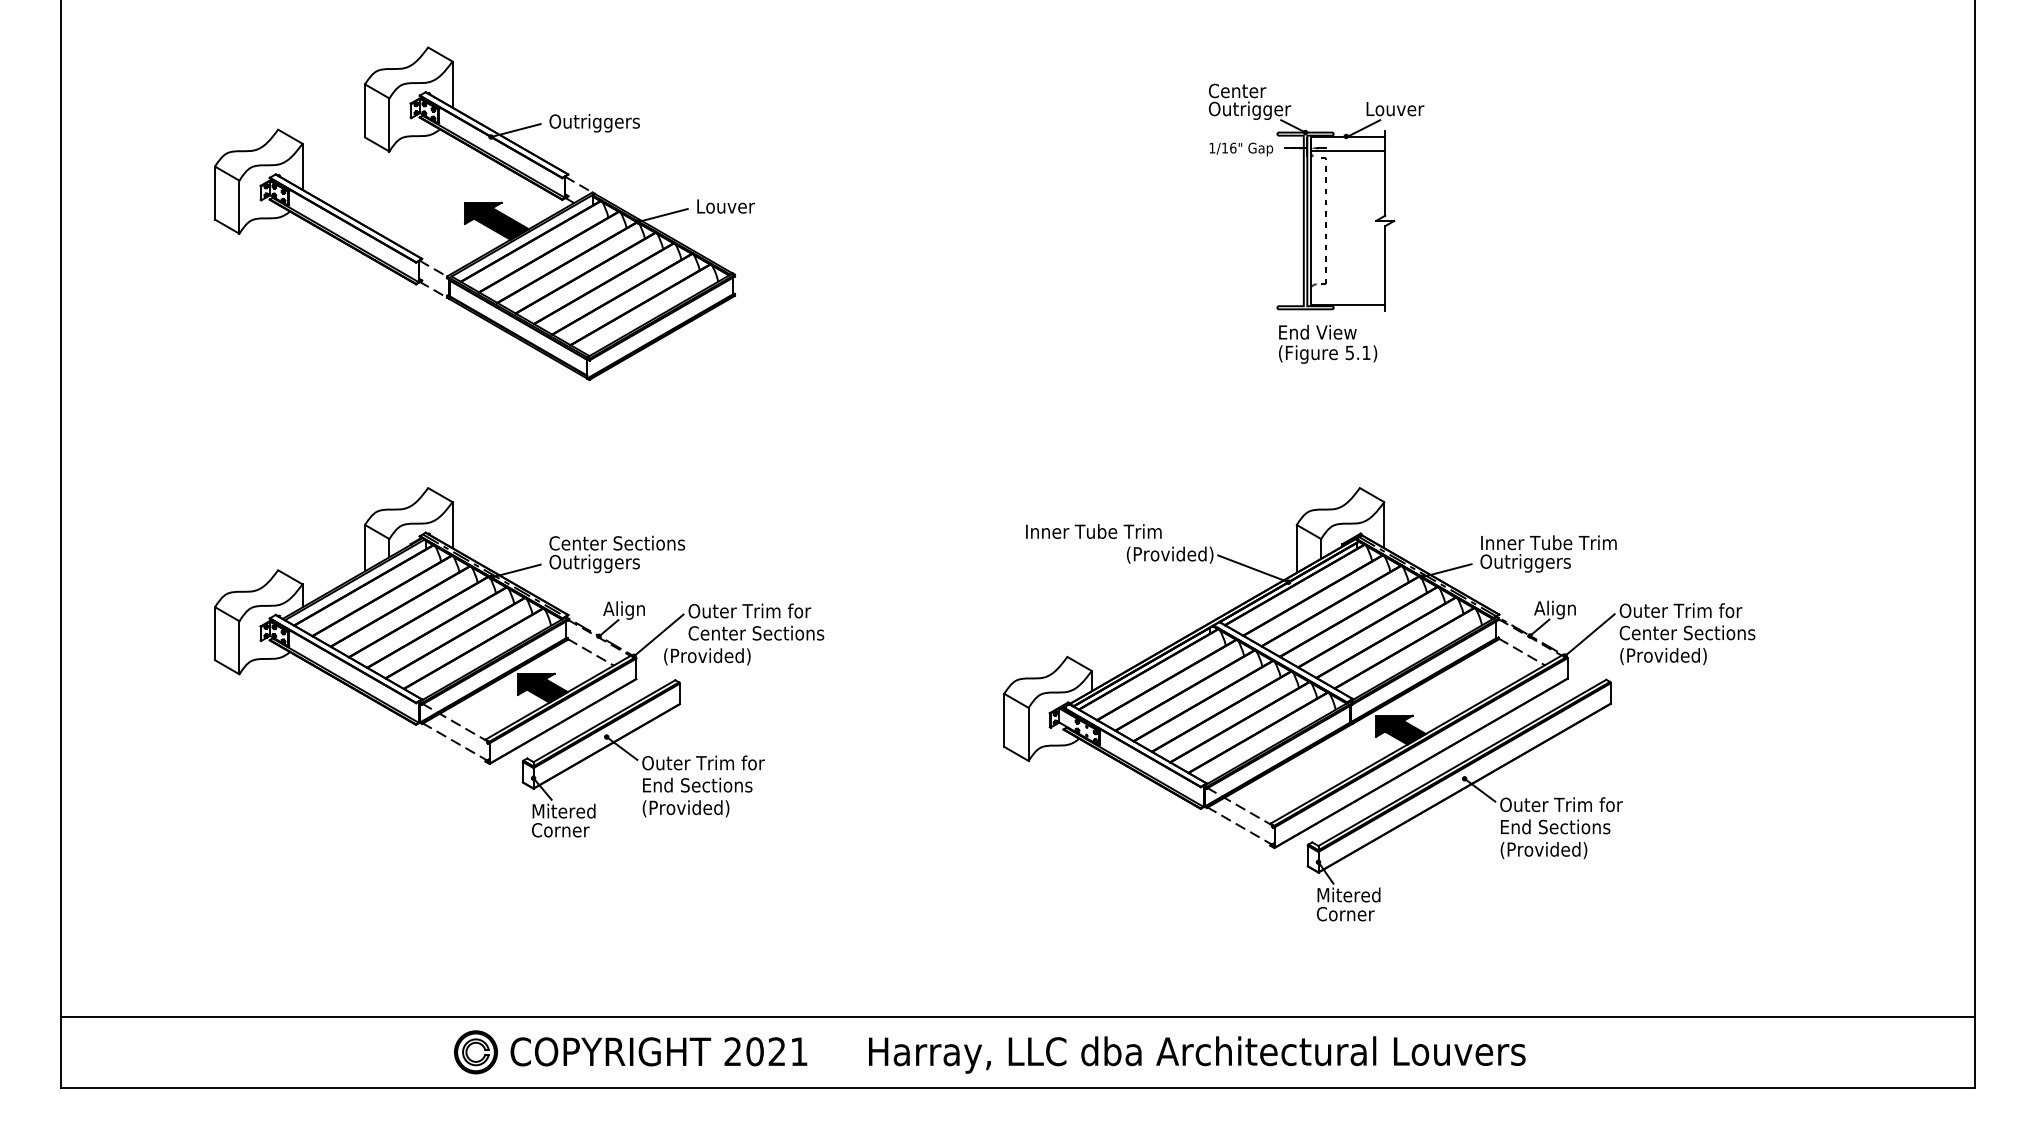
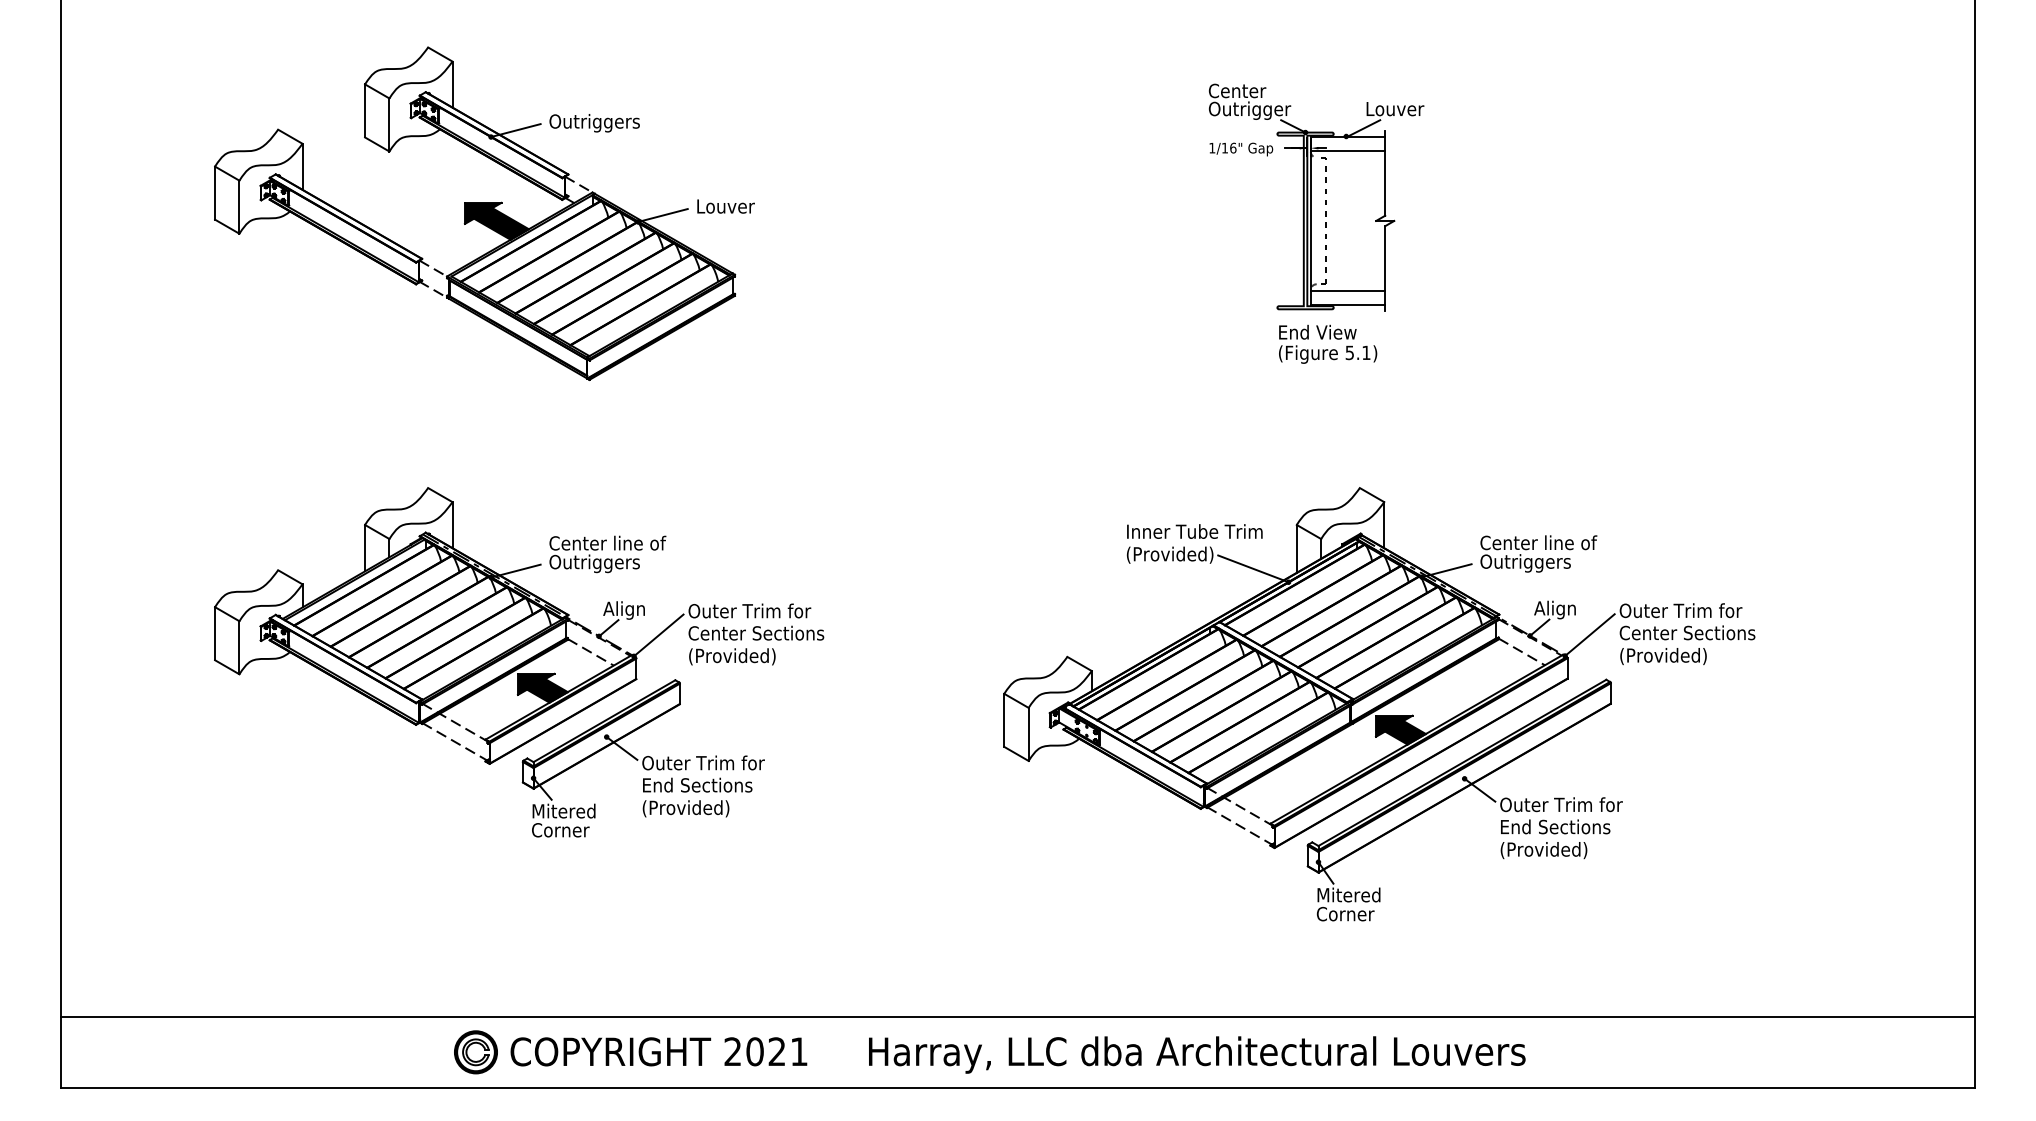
line at (1347, 291): none -> present
text at (1093, 531) position: (1093, 531) -> (1194, 531)
text at (649, 542): Center Sections -> Center line of
text at (1548, 542): Inner Tube Trim -> Center line of
text at (707, 656) position: (707, 656) -> (732, 656)
